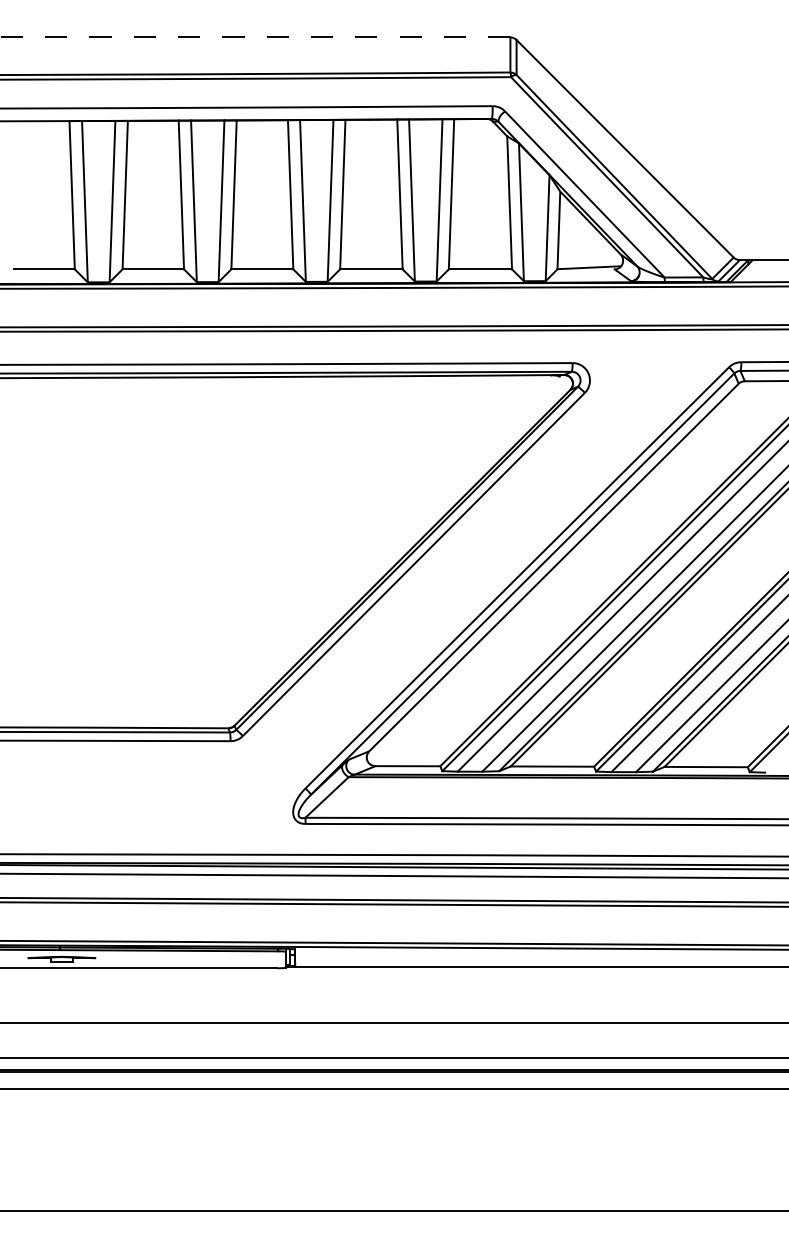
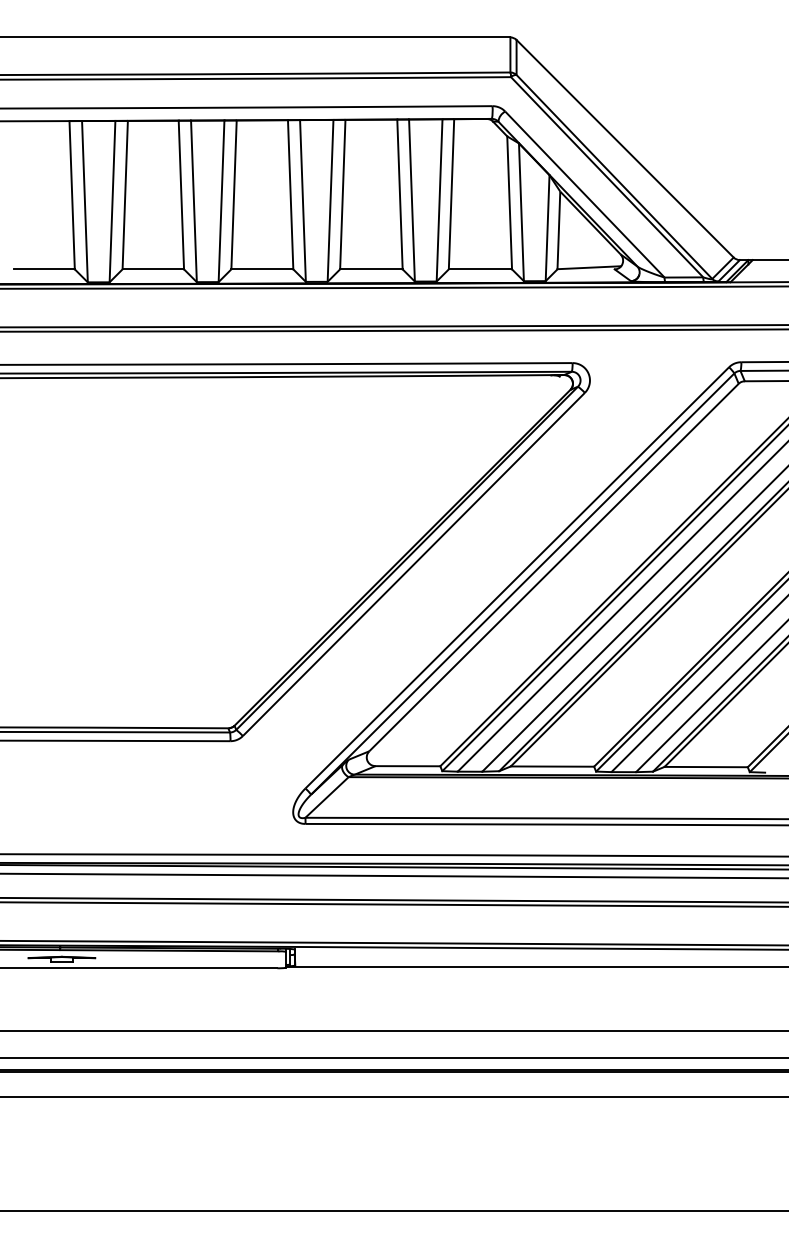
line at (255, 37): dashed -> solid
line at (393, 1023) position: (393, 1023) -> (393, 1031)
line at (393, 1088) position: (393, 1088) -> (393, 1096)
